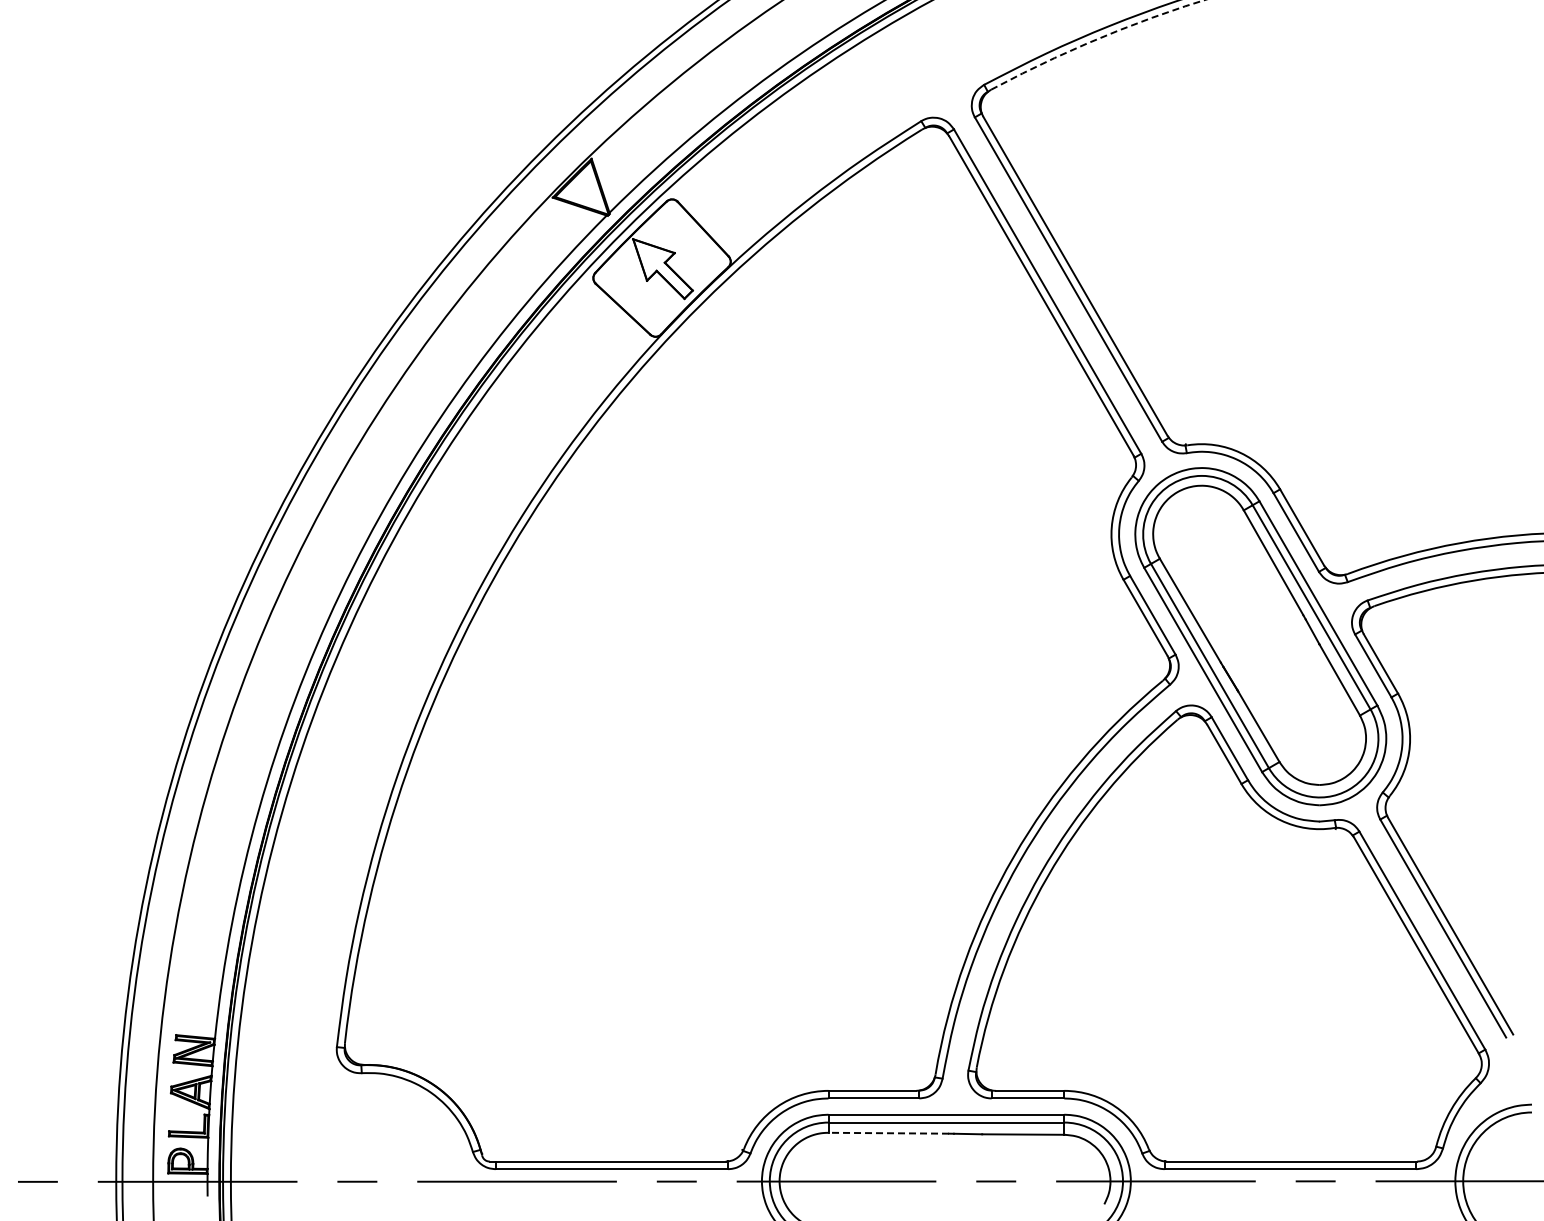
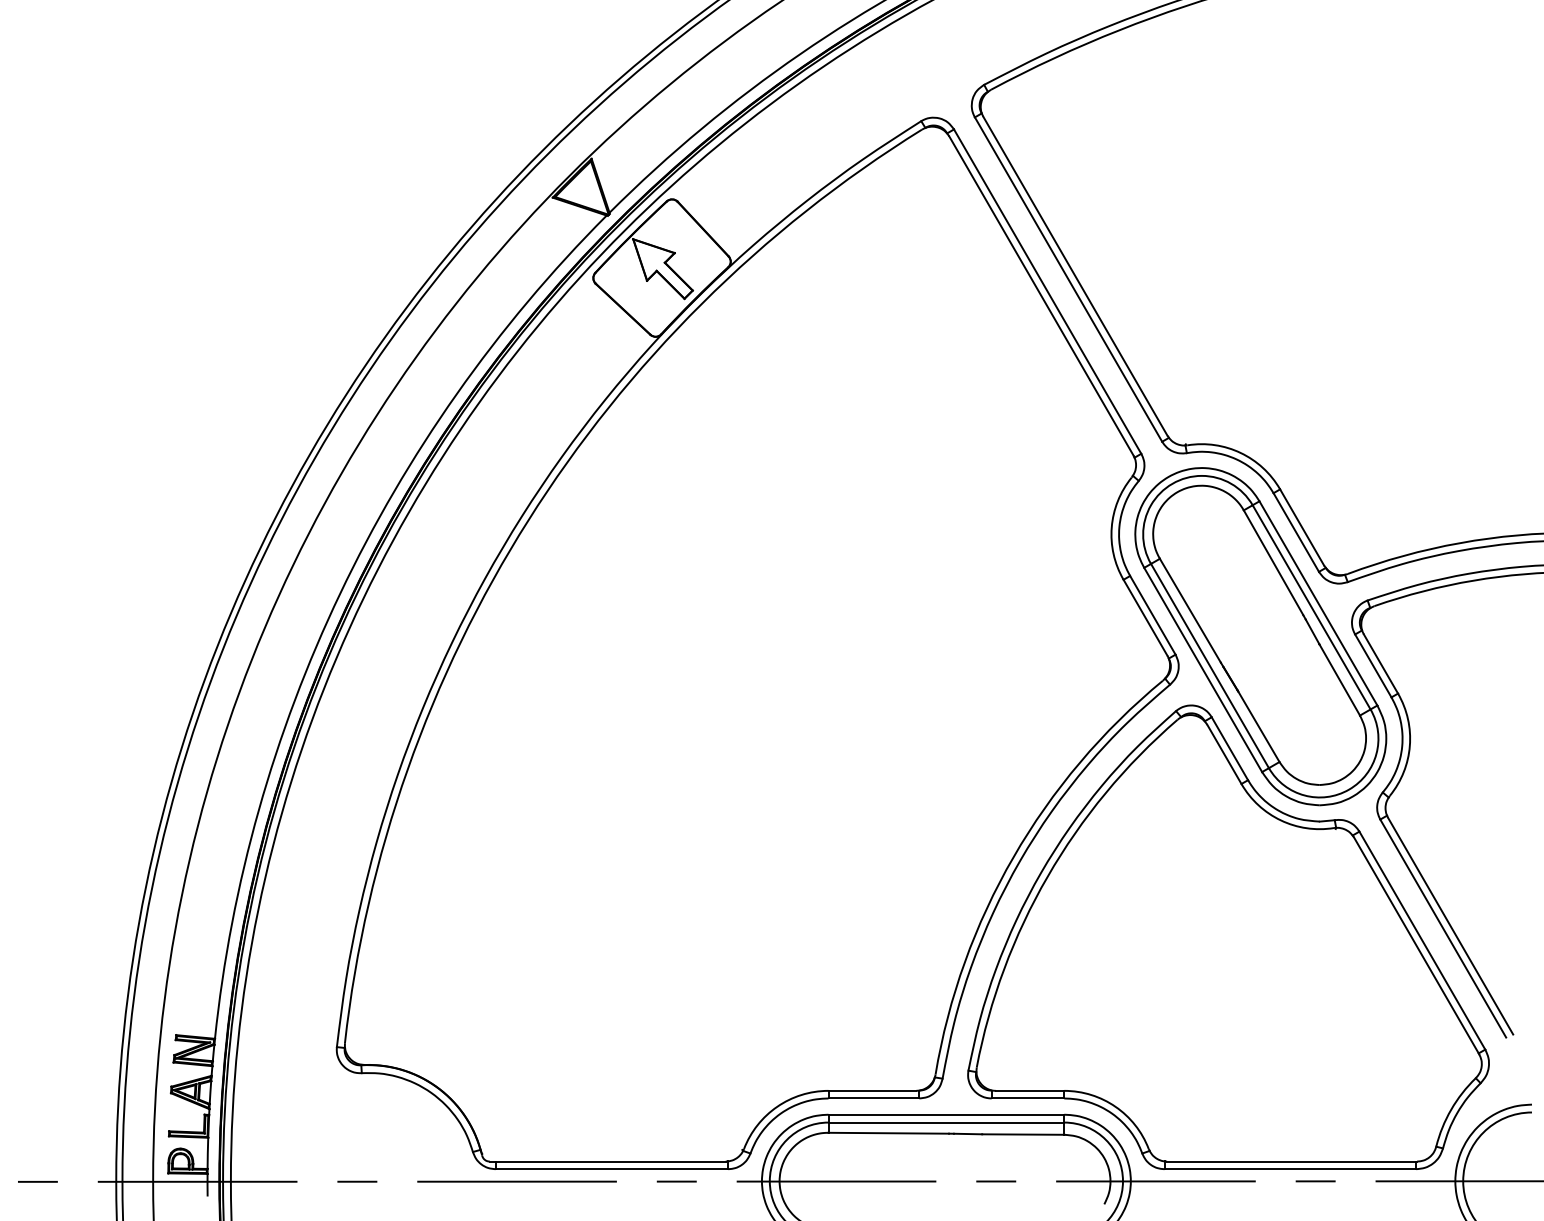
arc at (1095, 40): dashed -> solid
line at (888, 1133): dashed -> solid
